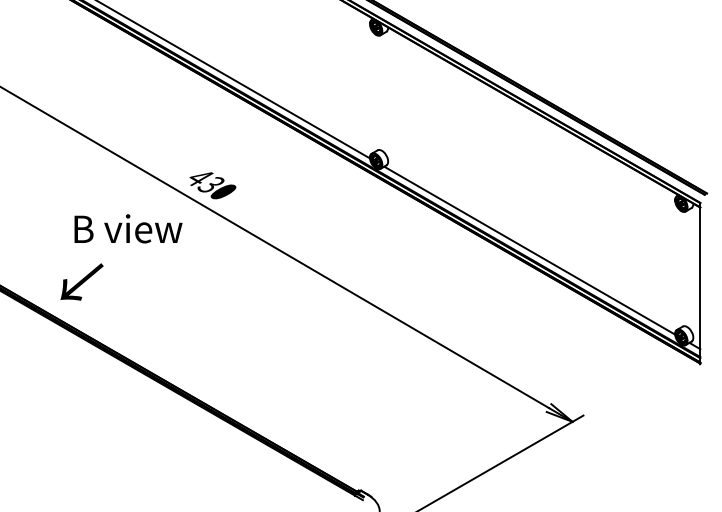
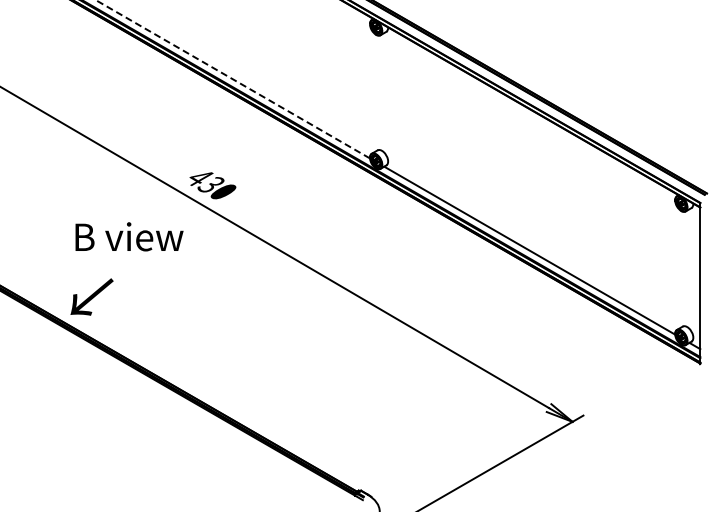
line at (233, 79): solid -> dashed
text at (128, 228) position: (128, 228) -> (129, 236)
text at (81, 281) position: (81, 281) -> (91, 296)
